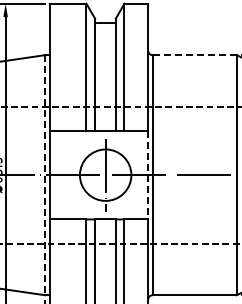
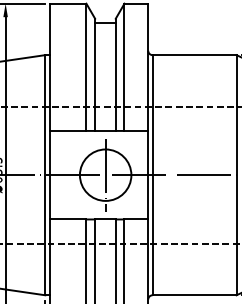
line at (194, 55): dashed -> solid
line at (45, 175): dashed -> solid
line at (148, 175): dashed -> solid
